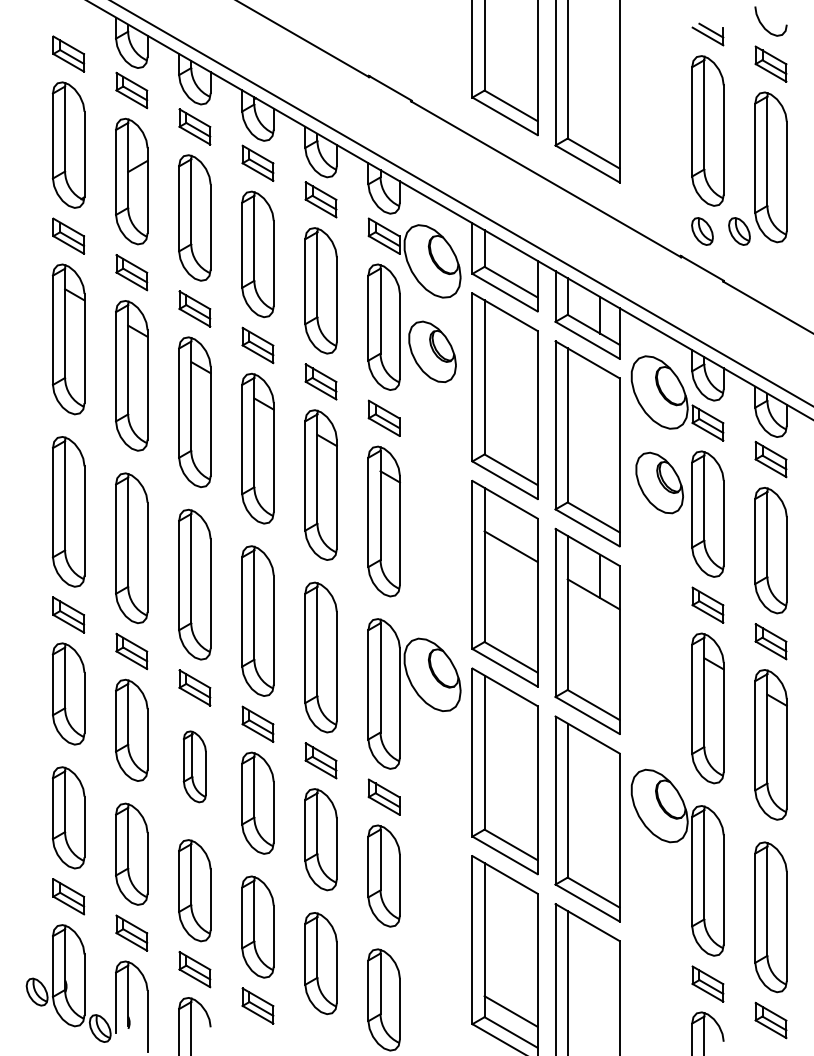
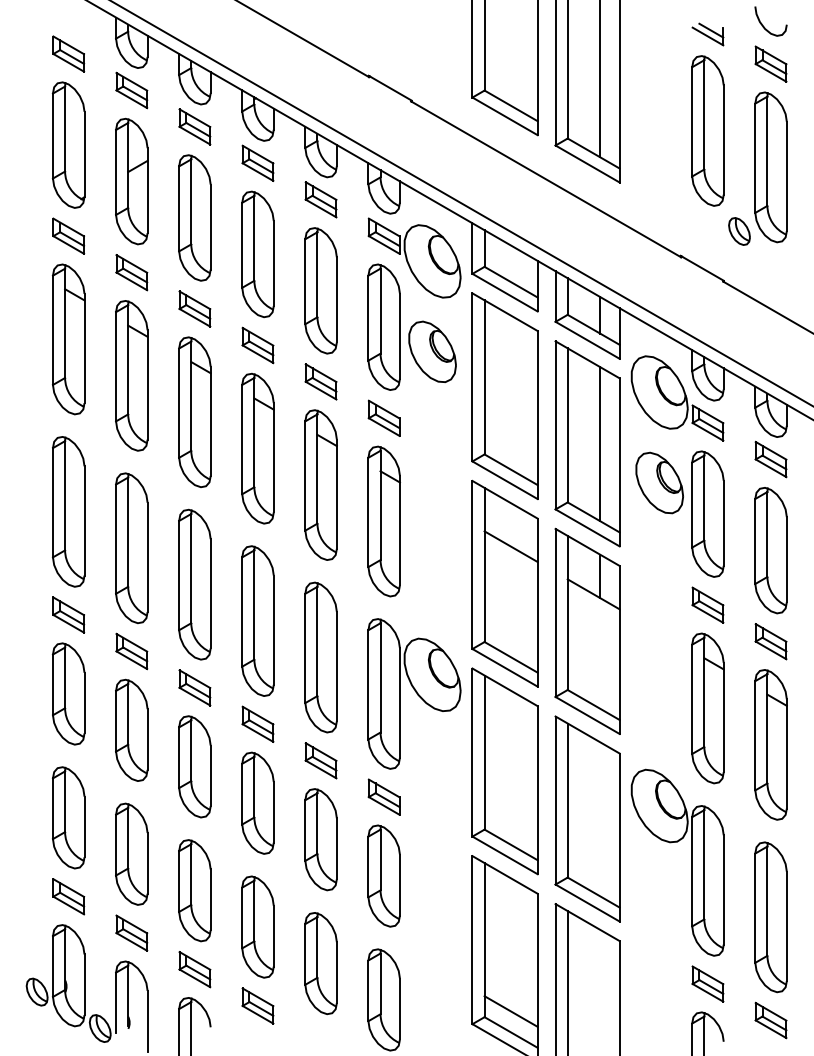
line at (600, 79): none -> present
part at (702, 231): present -> none
line at (600, 444): none -> present
part at (194, 766) size: 25x74 px -> 34x104 px
